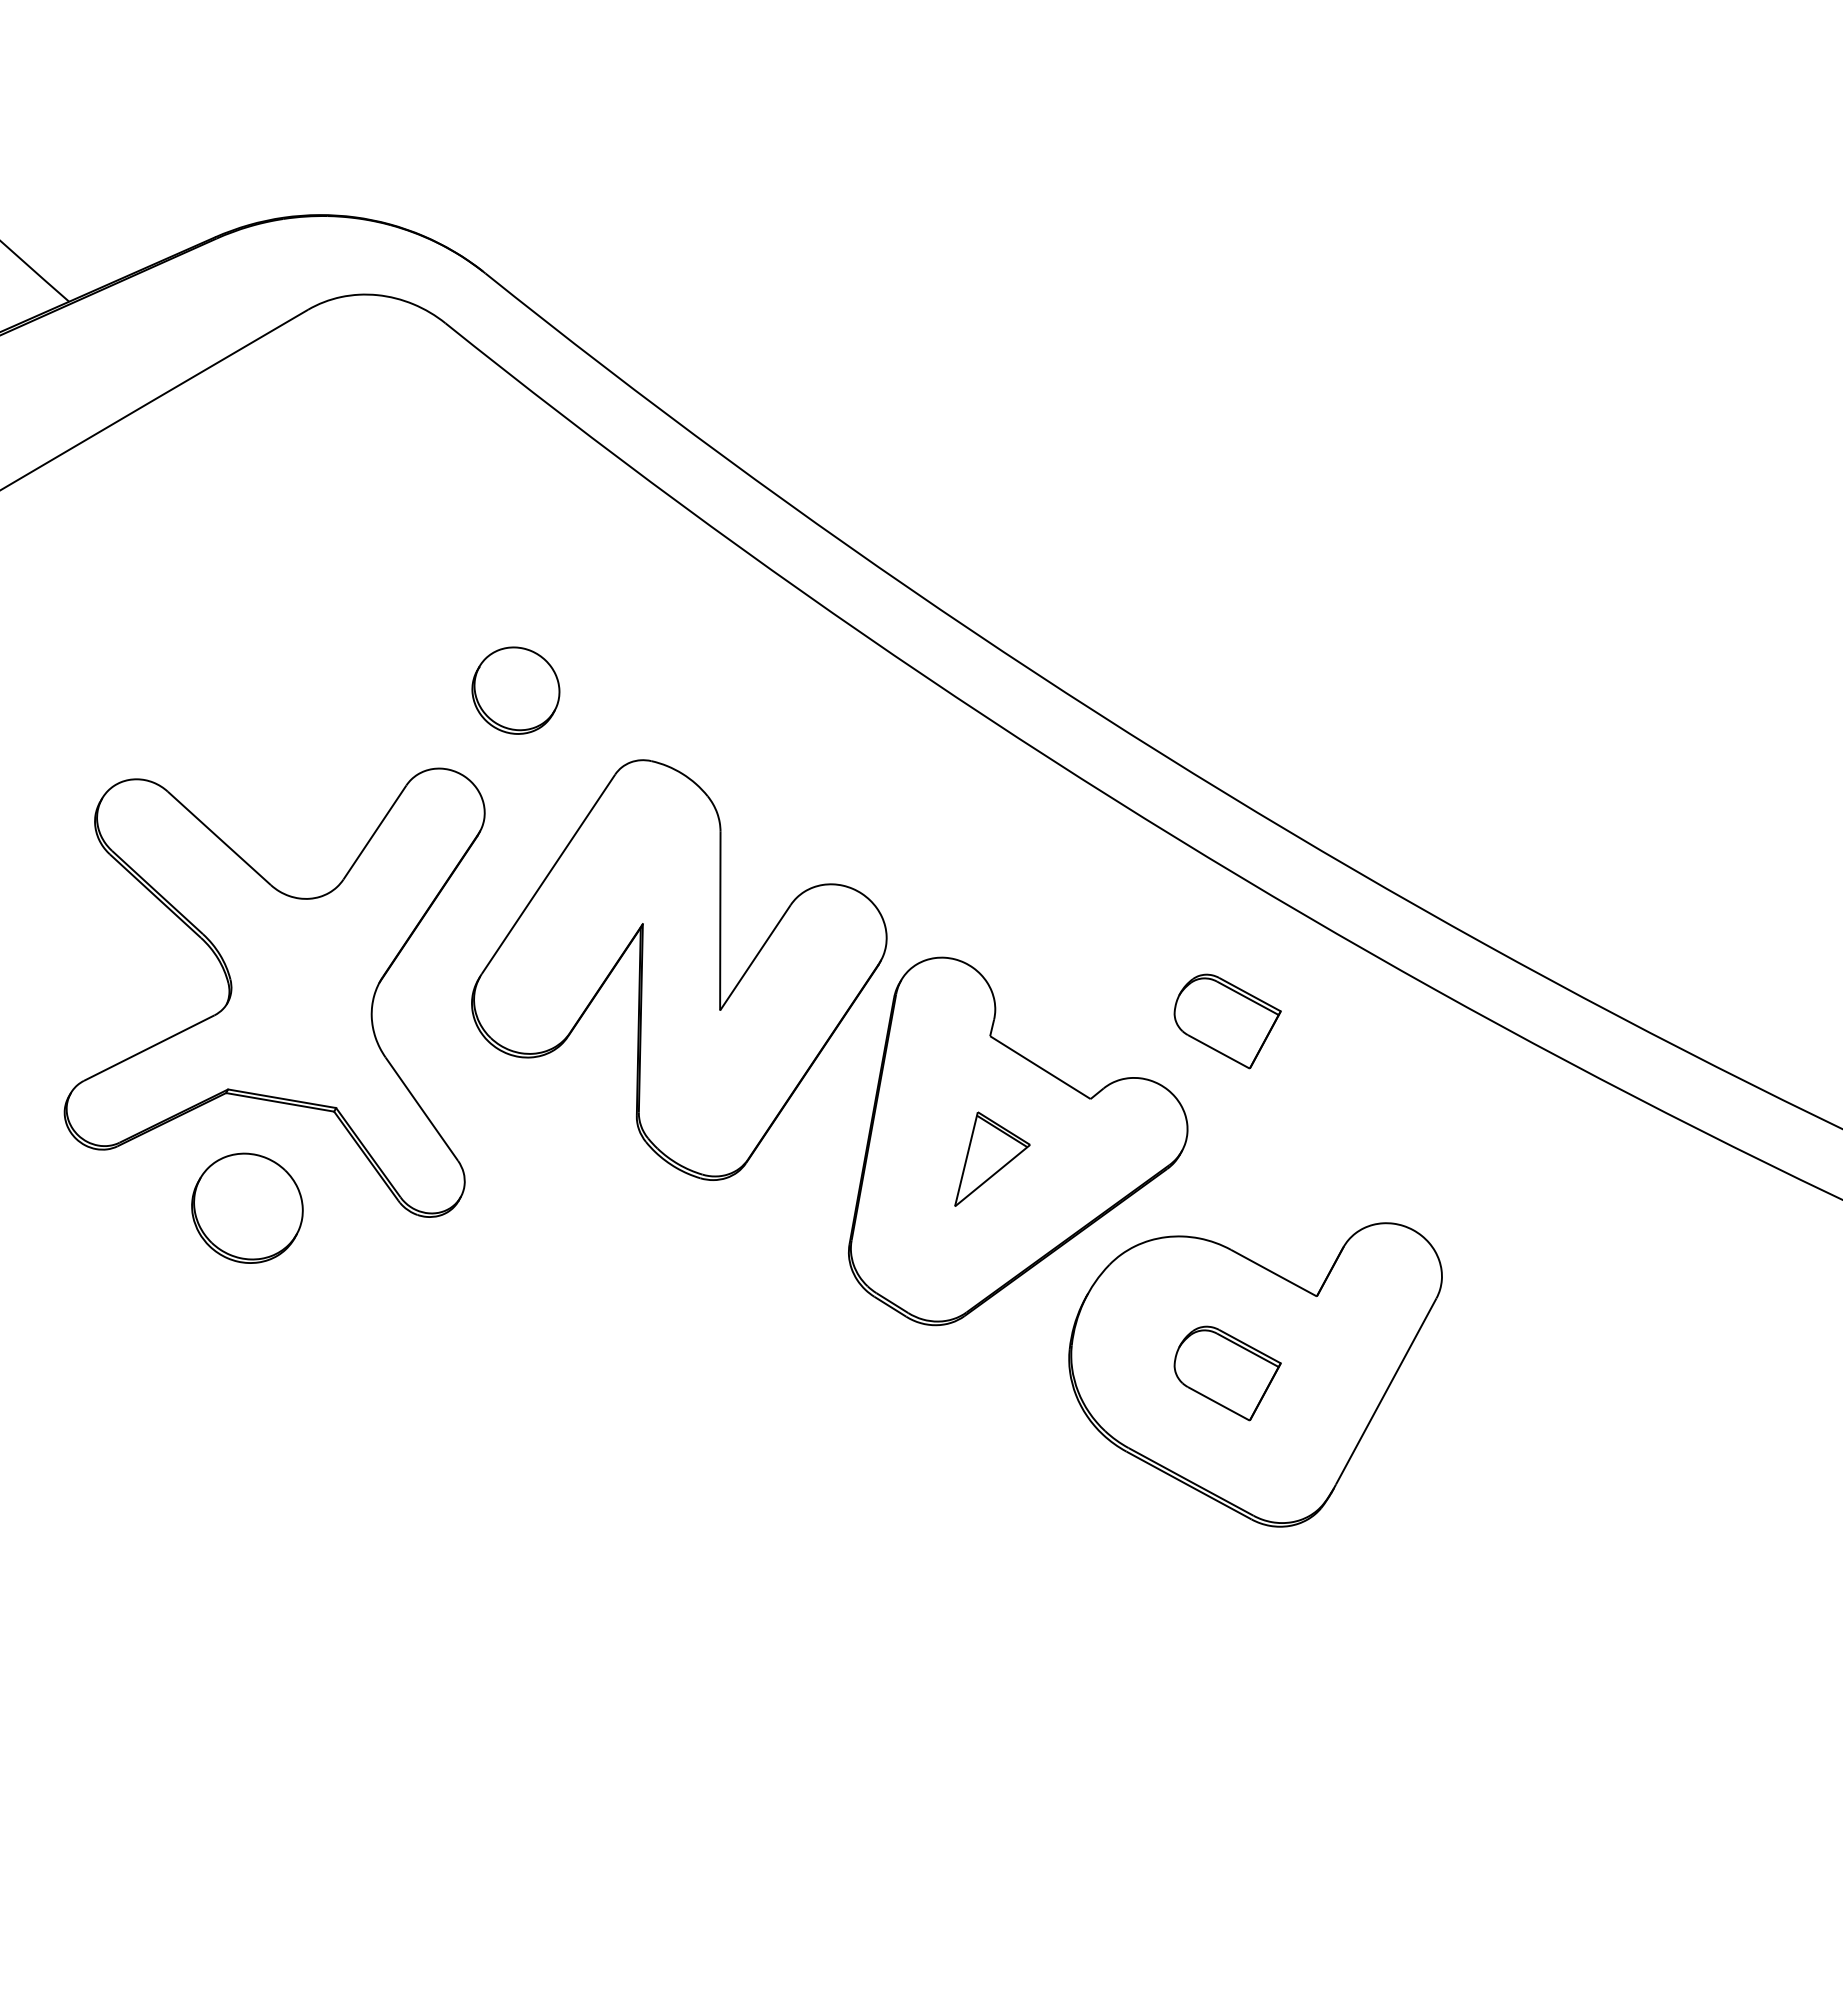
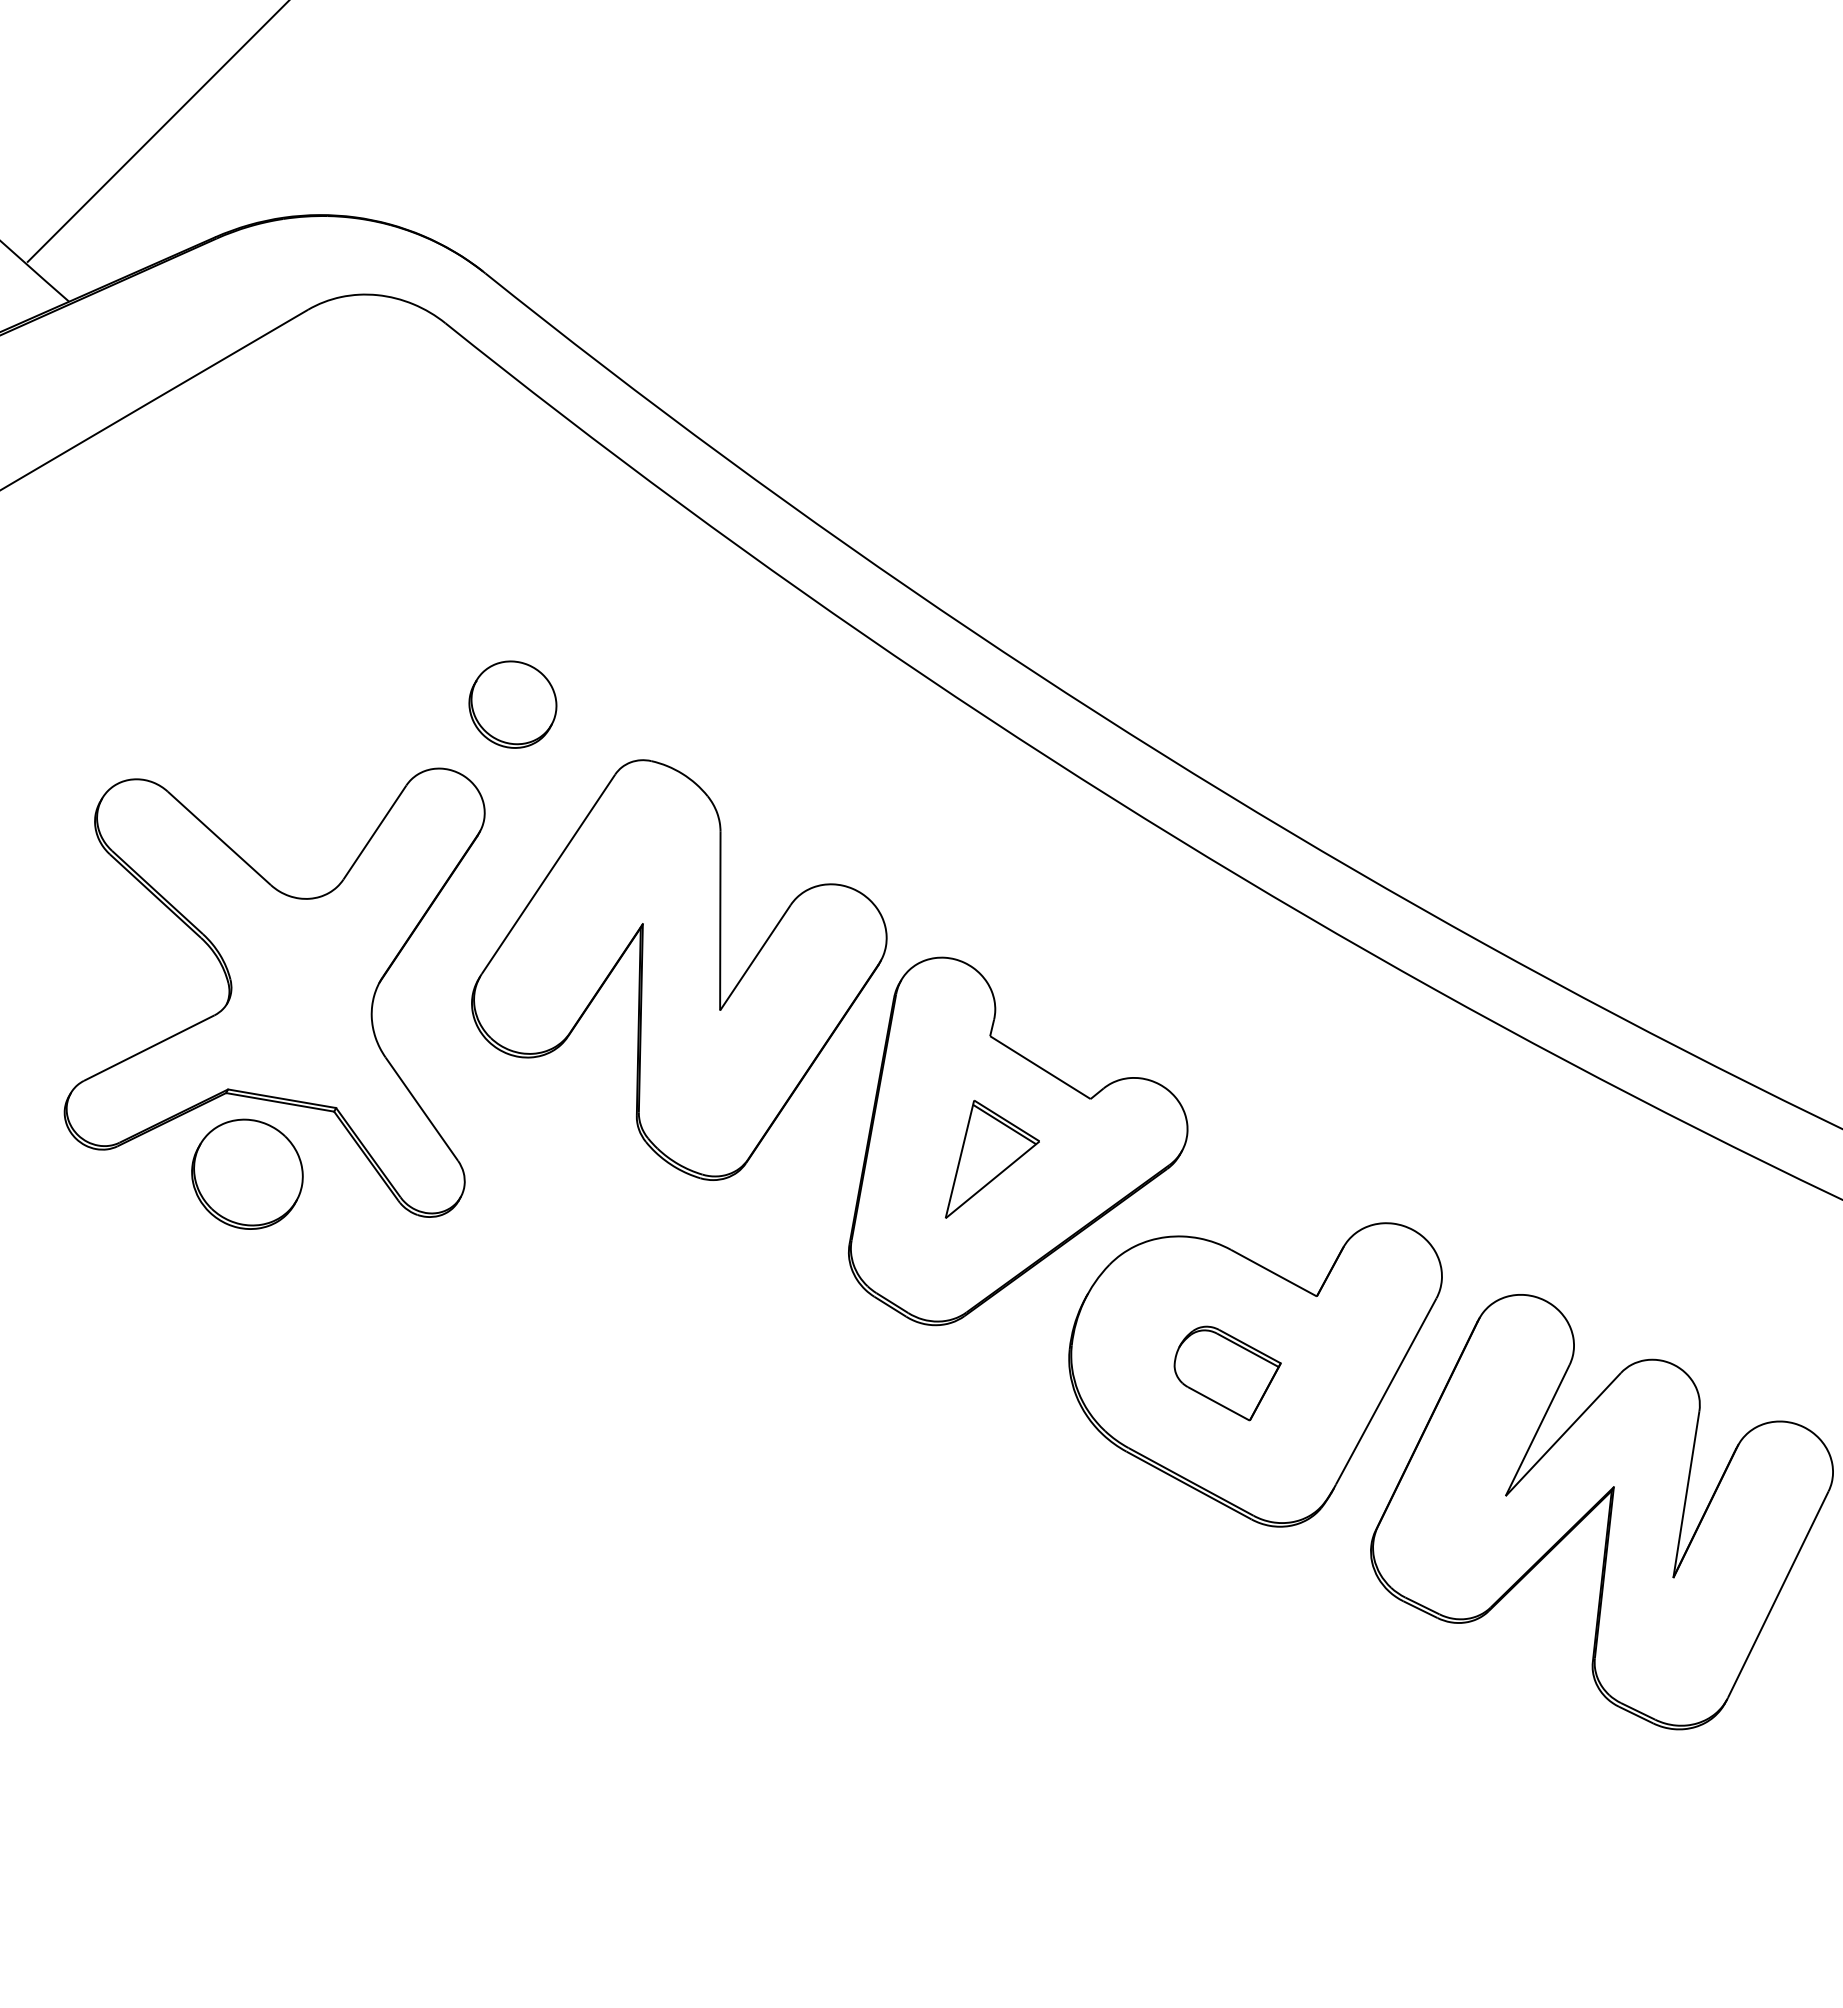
line at (157, 131): none -> present
part at (515, 690) position: (515, 690) -> (512, 704)
part at (1227, 1021): present -> none
part at (992, 1158) size: 77x96 px -> 95x120 px
part at (247, 1207) position: (247, 1207) -> (247, 1173)
part at (1608, 1512): none -> present
